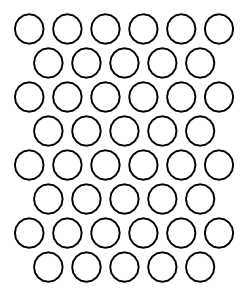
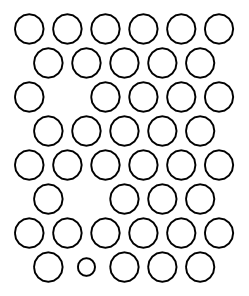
part at (67, 96): present -> none
part at (86, 198): present -> none
part at (86, 266) size: 31x32 px -> 19x20 px
